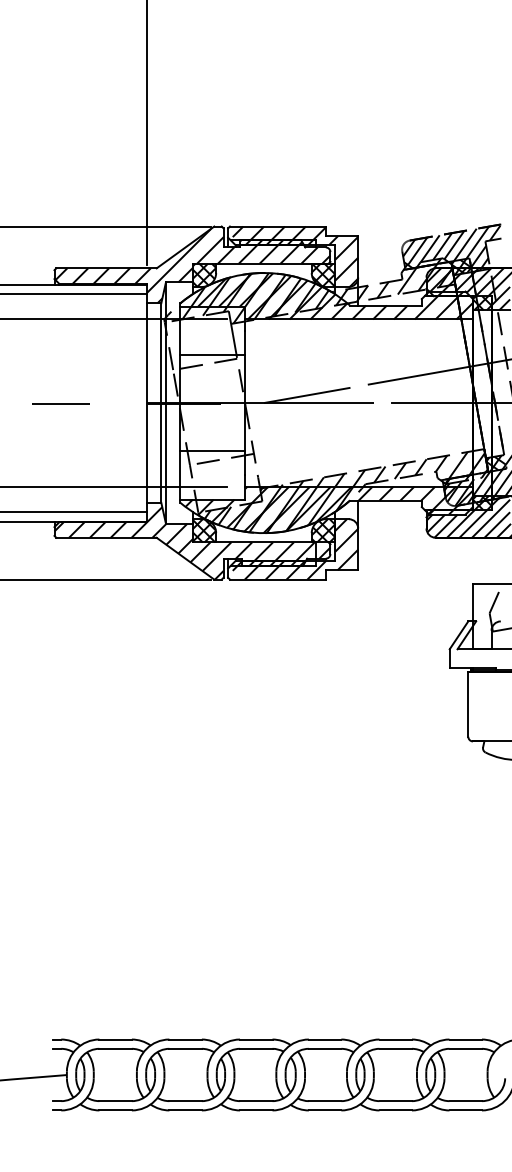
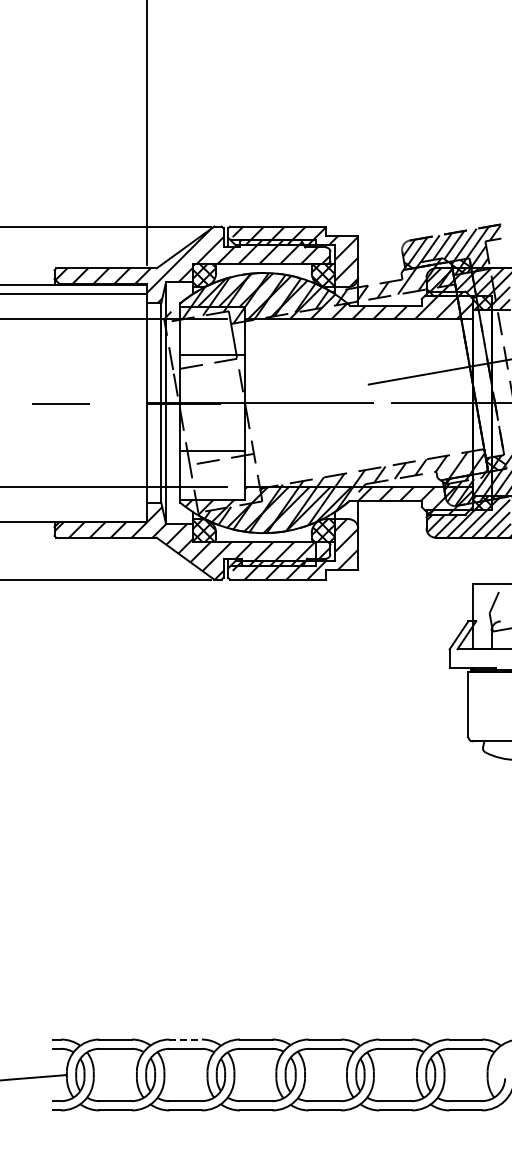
line at (306, 395): present -> none
line at (74, 512): present -> none
line at (186, 1039): solid -> dashed
